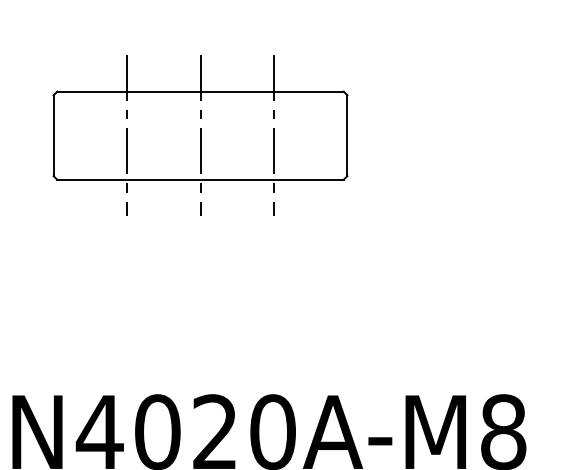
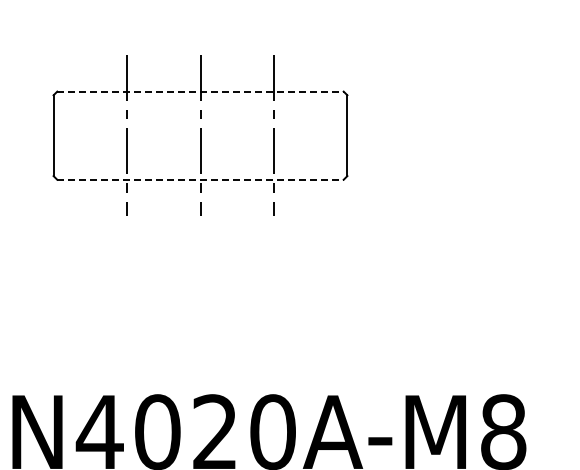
line at (200, 91): solid -> dashed
line at (200, 179): solid -> dashed
